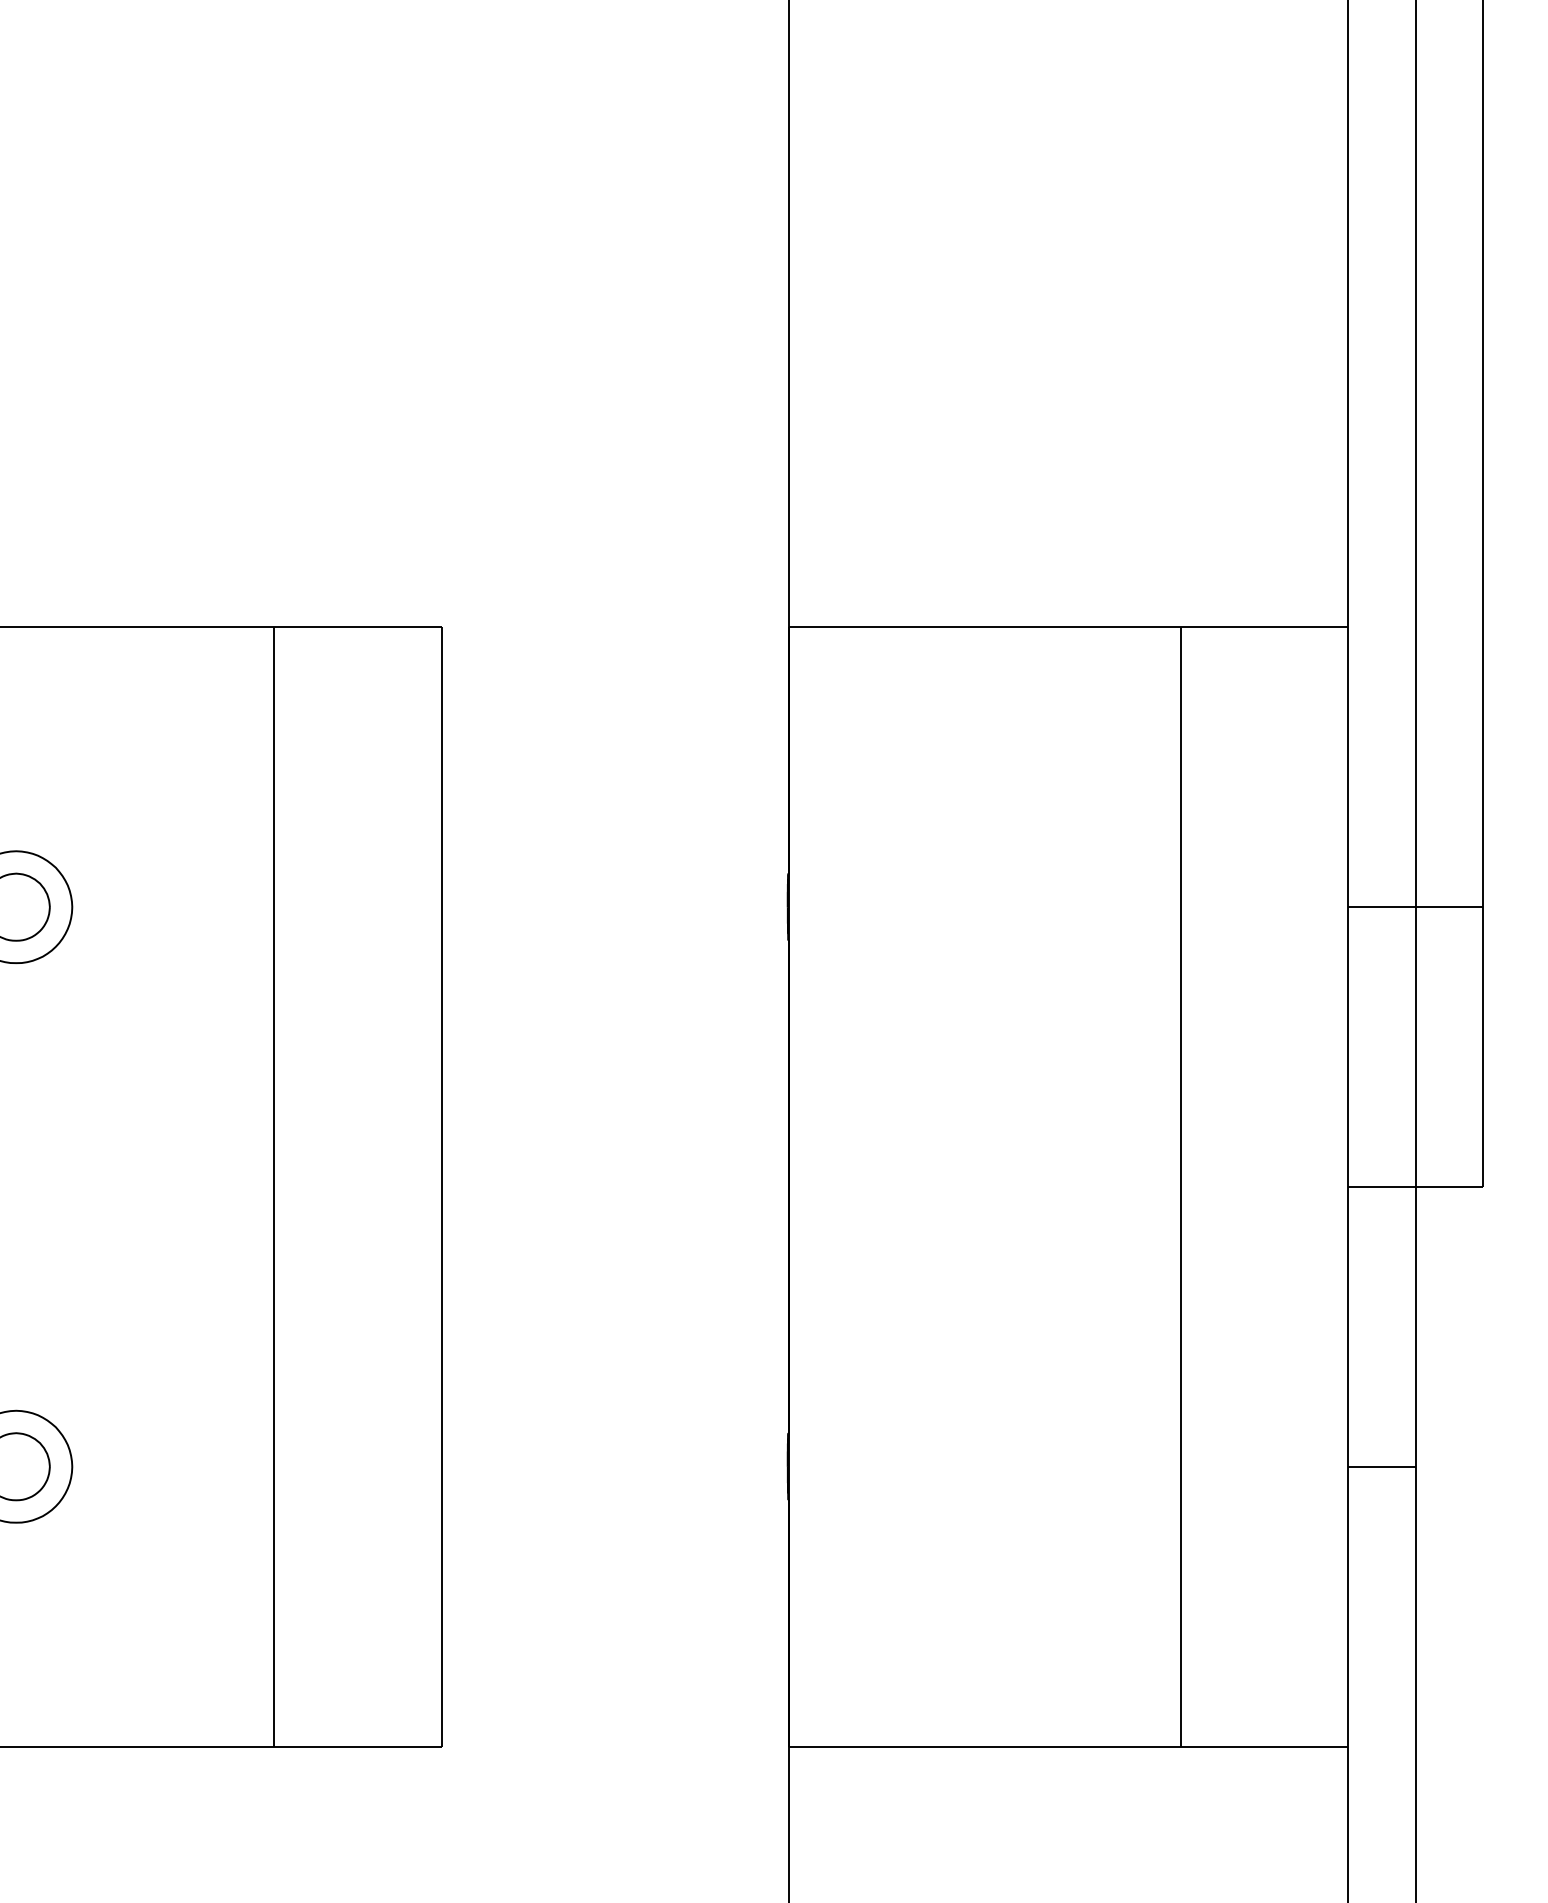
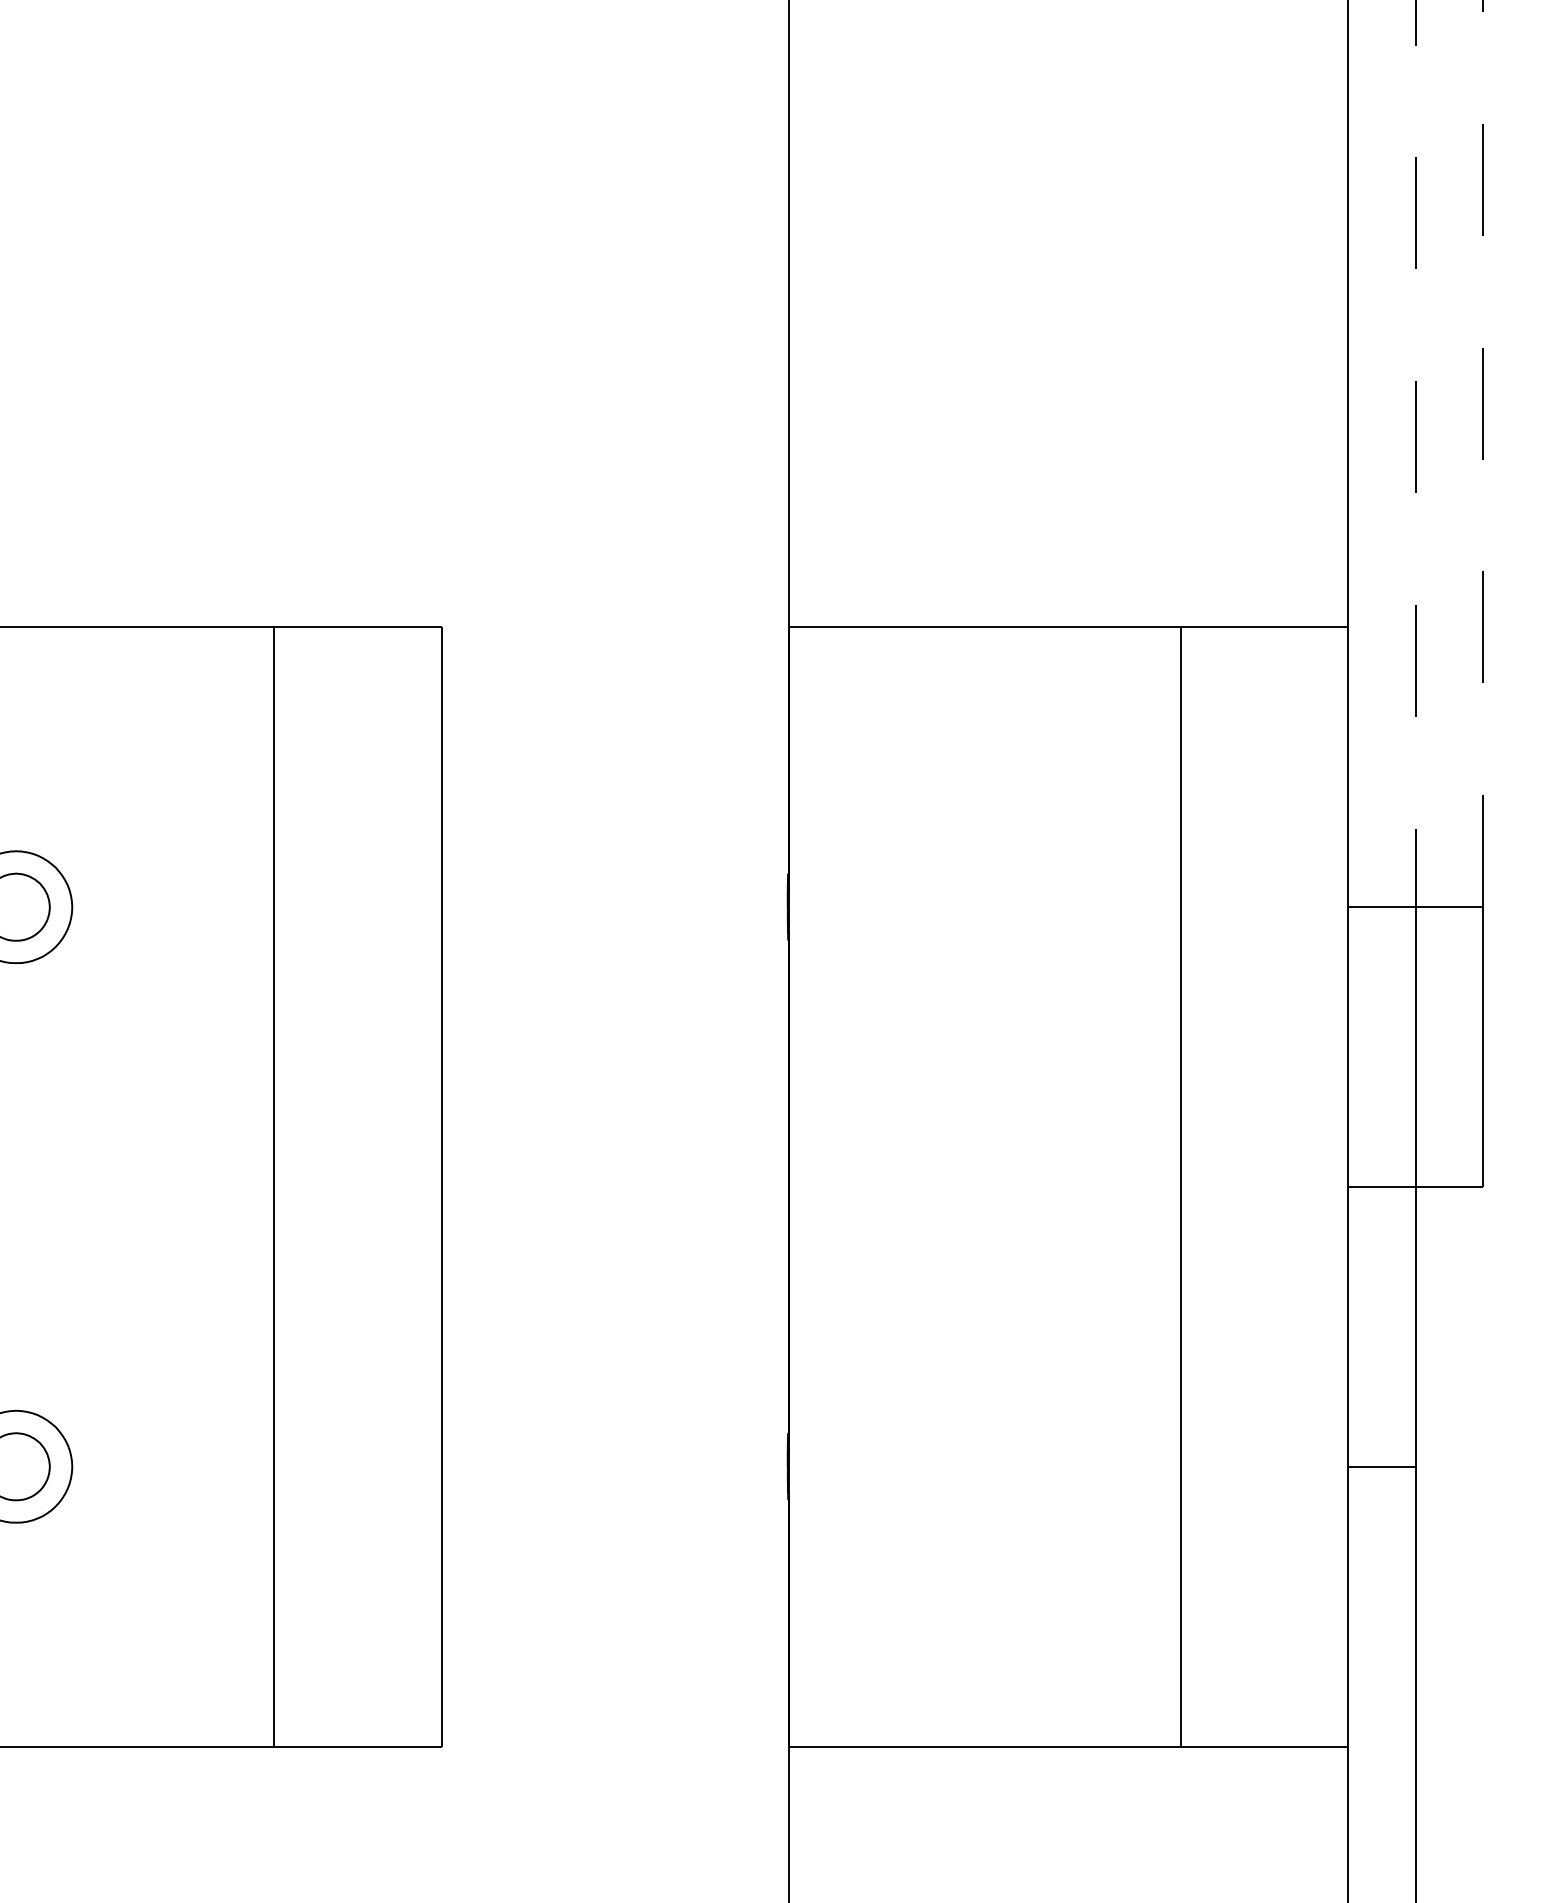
line at (1482, 453): solid -> dashed
line at (1415, 454): solid -> dashed
